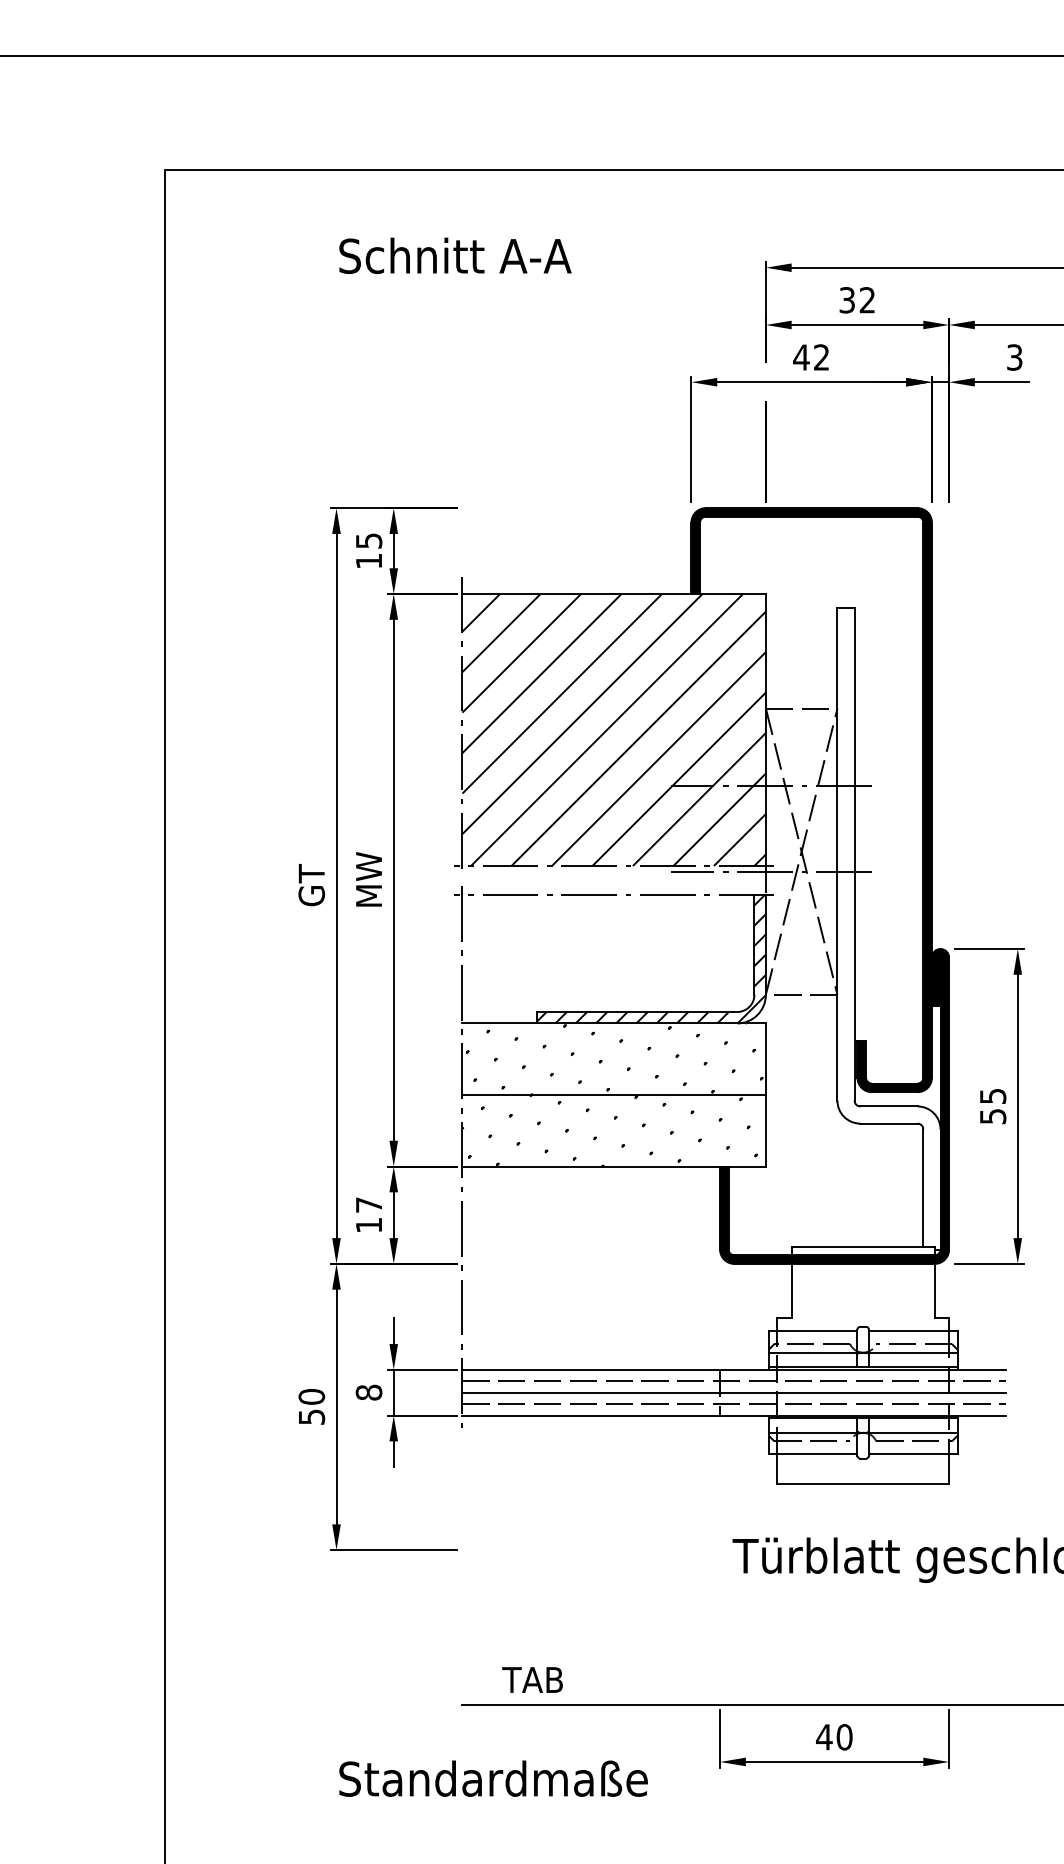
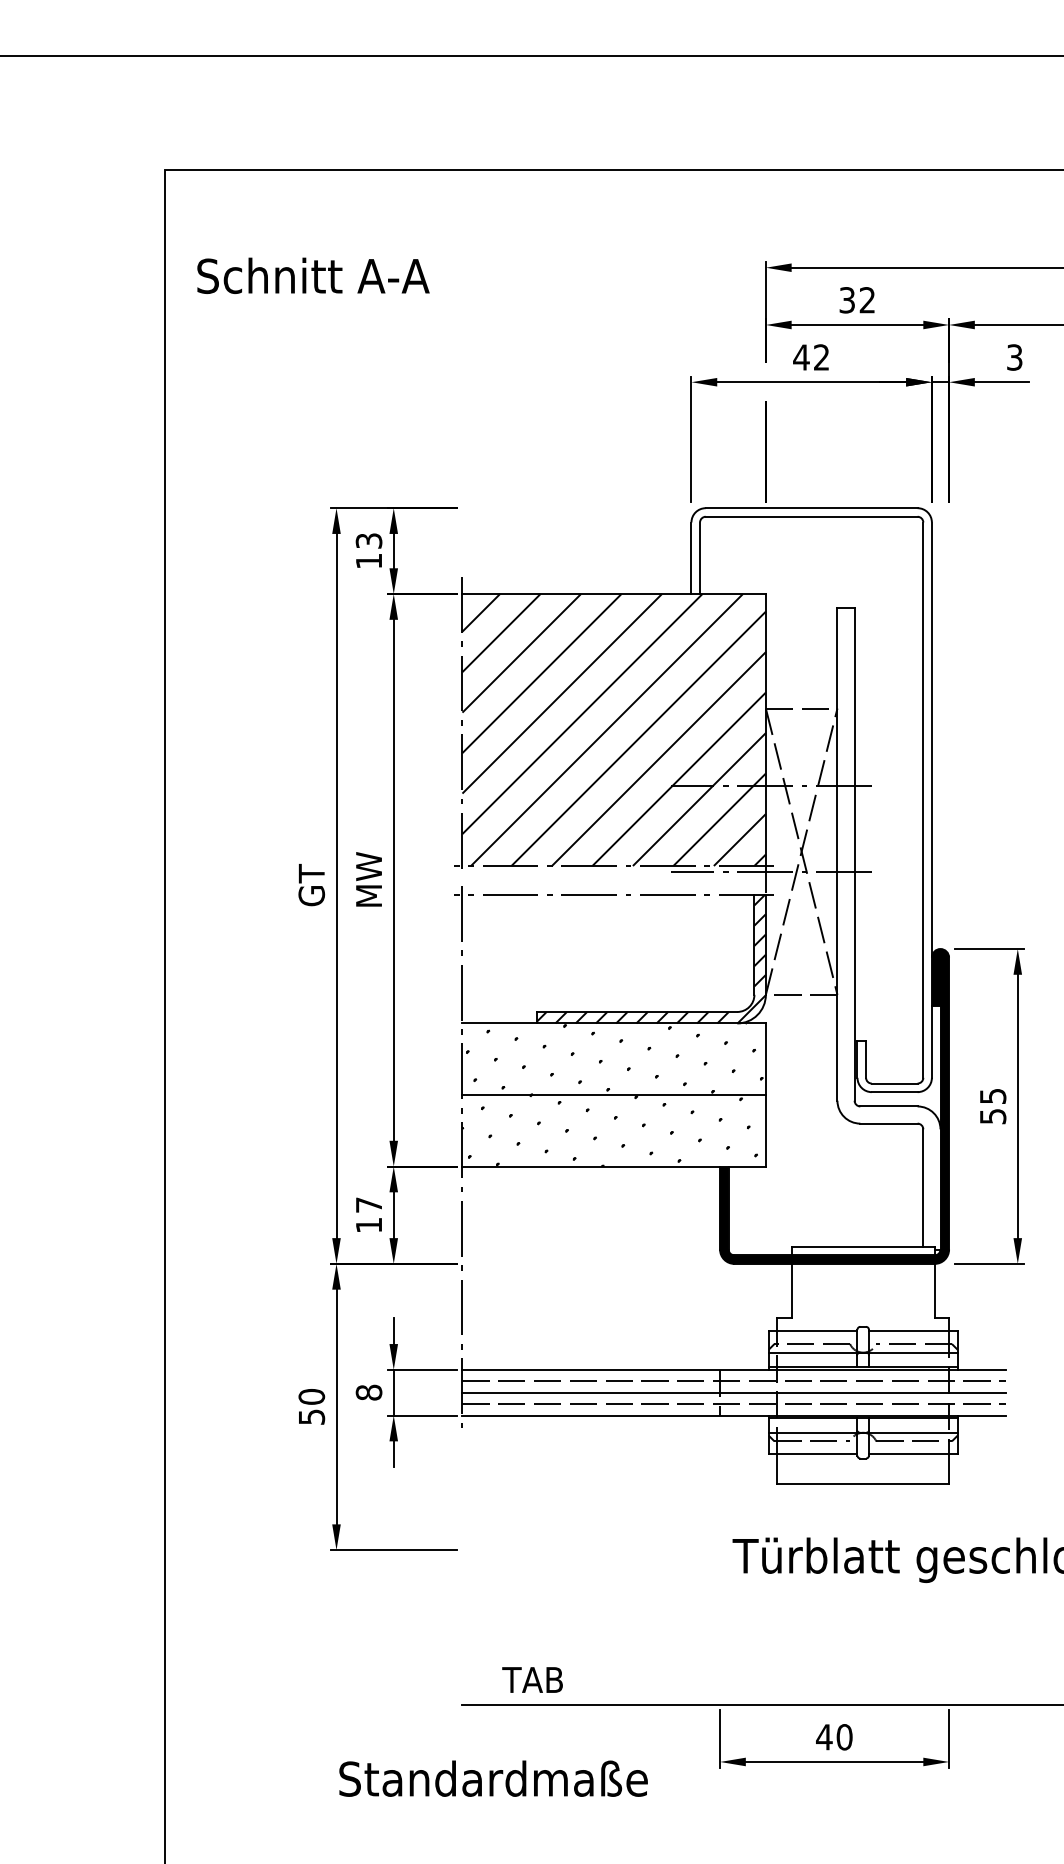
text at (455, 255) position: (455, 255) -> (313, 275)
text at (368, 540): 15 -> 13
fill at (811, 800): present -> none
